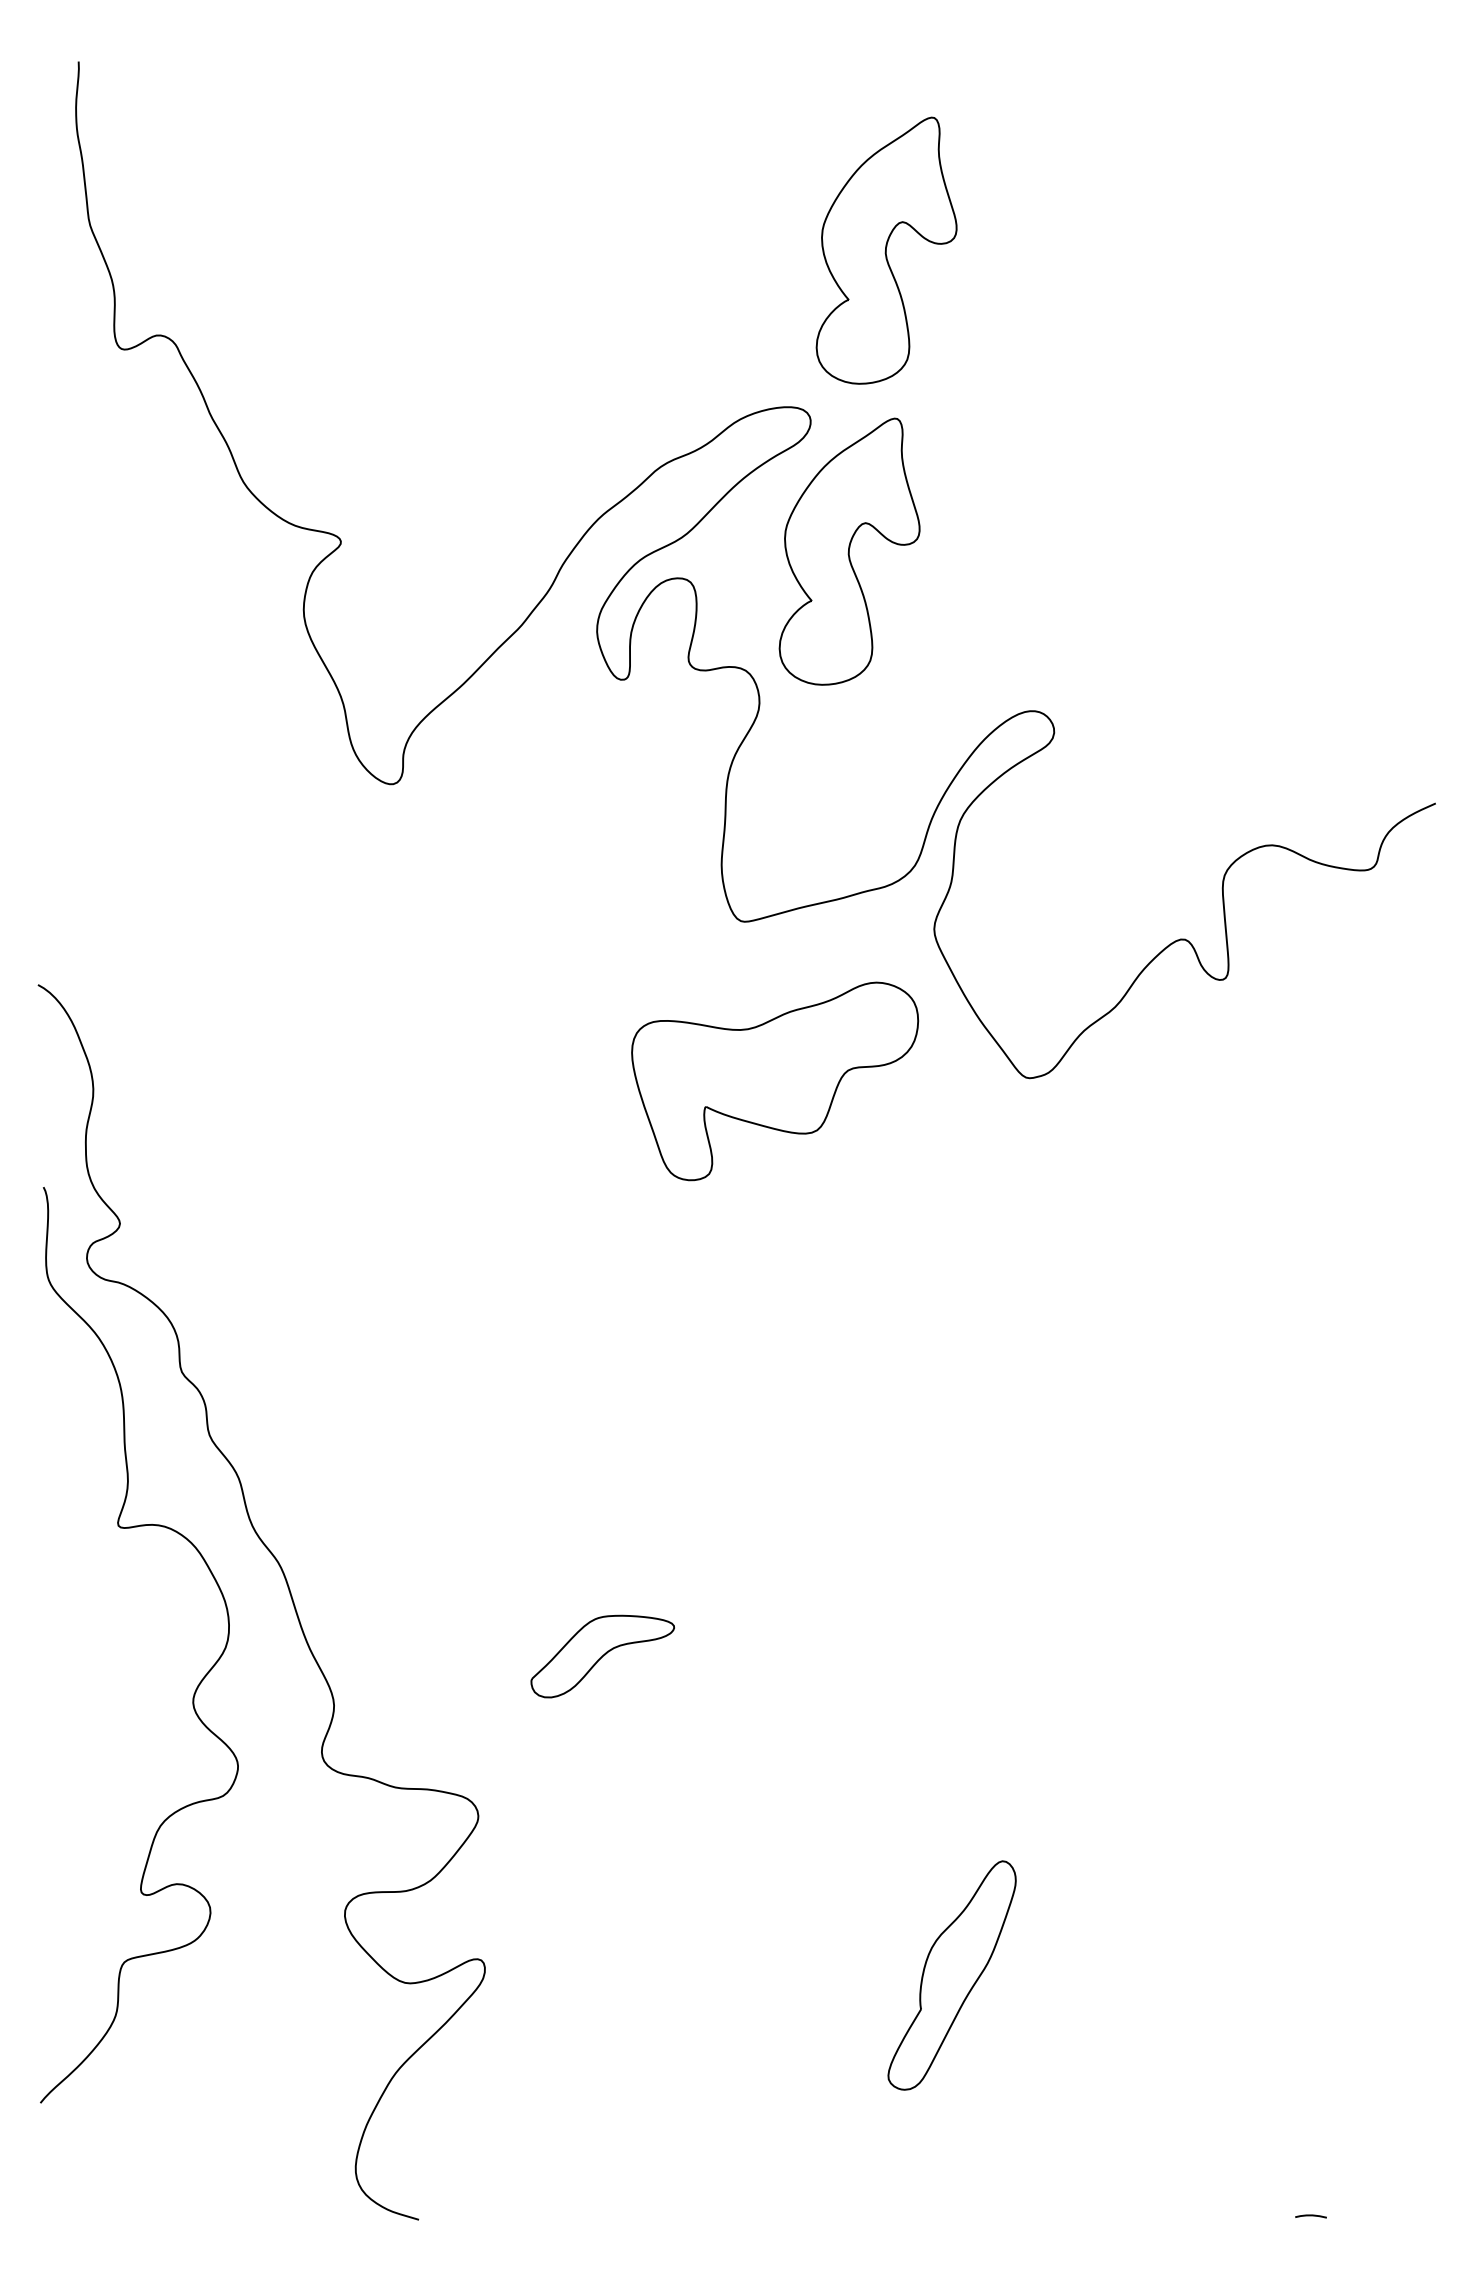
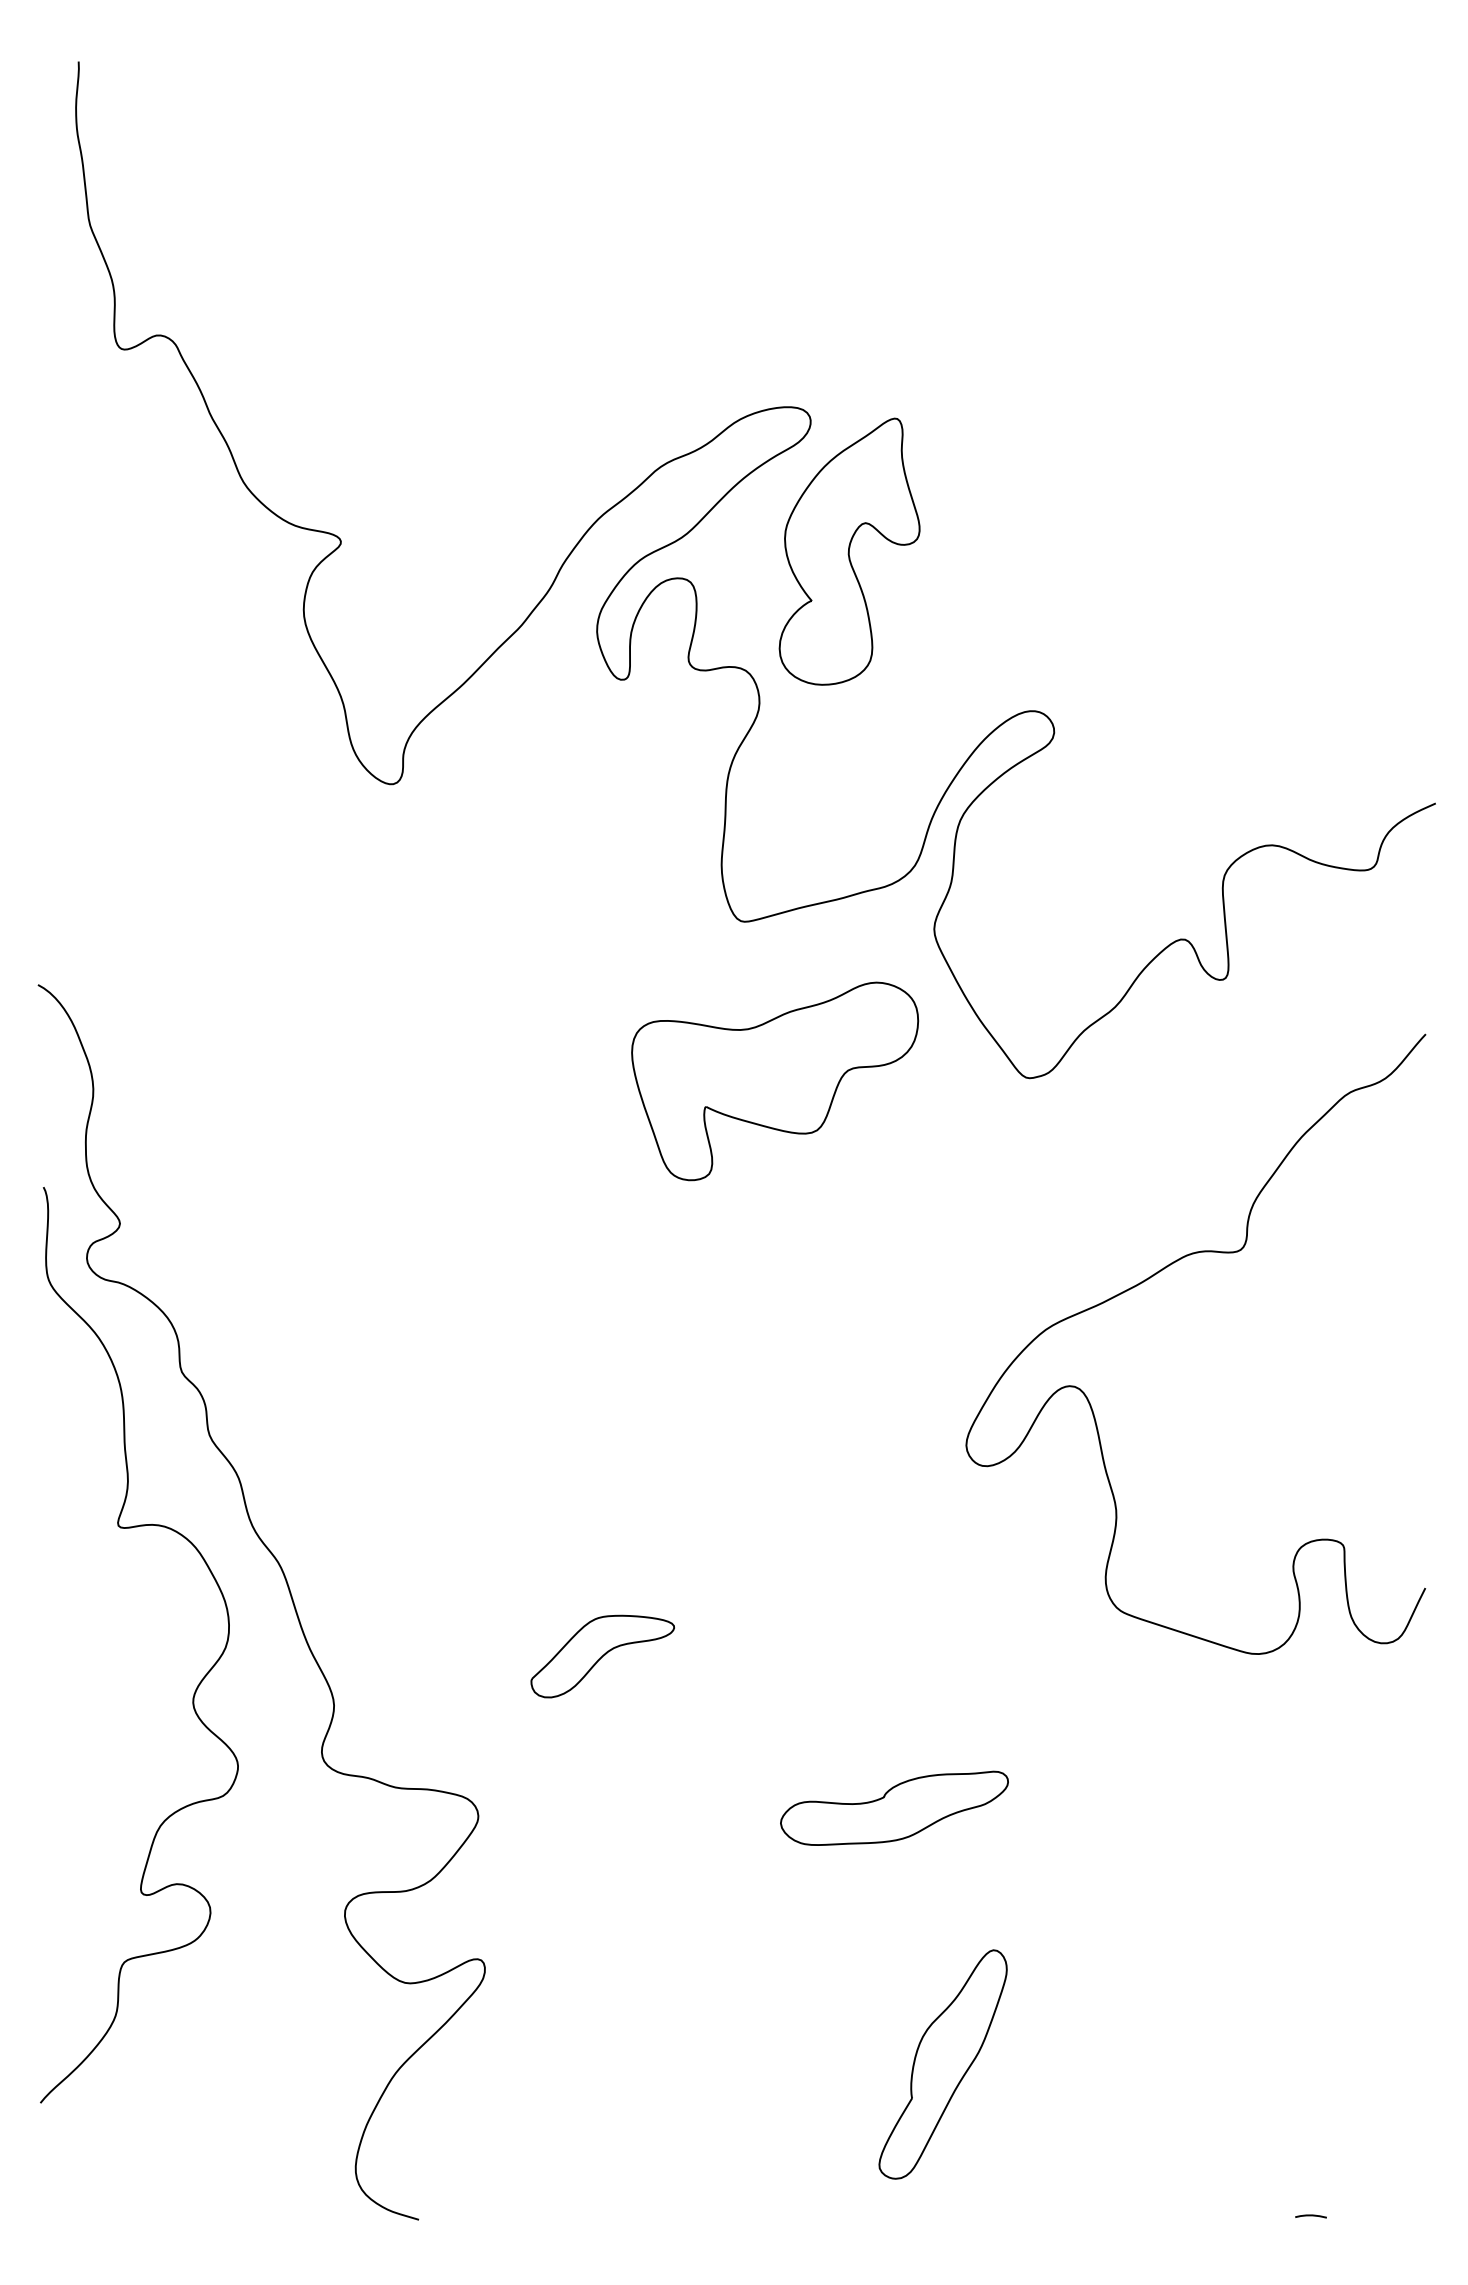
part at (886, 250): present -> none
curve at (1155, 1275): none -> present
part at (894, 1807): none -> present
part at (951, 1975) position: (951, 1975) -> (942, 2064)
